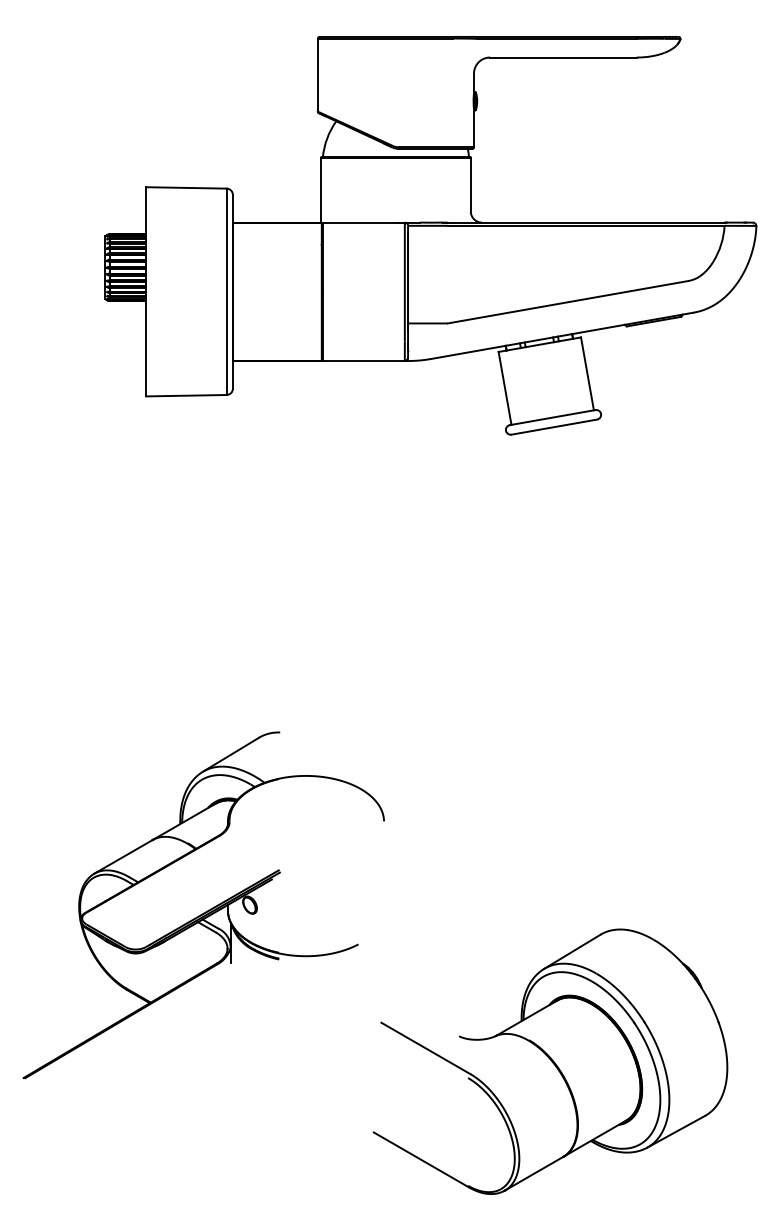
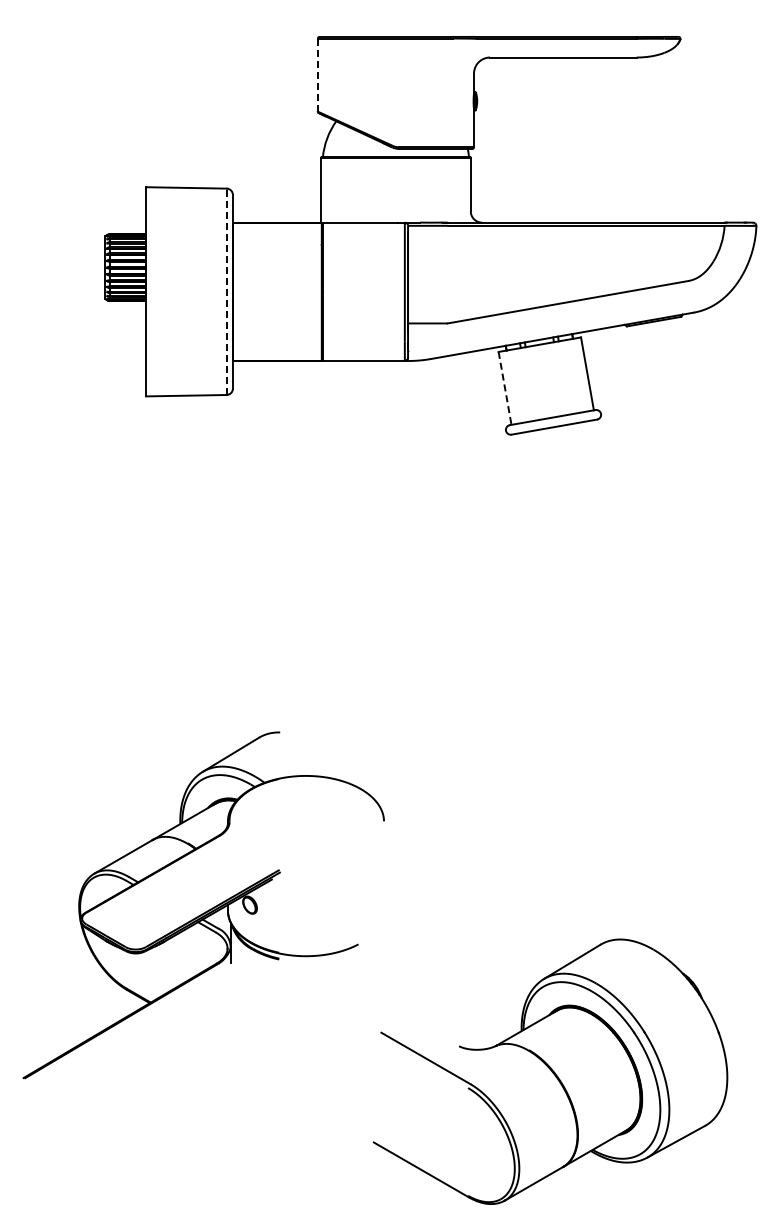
line at (317, 75): solid -> dashed
line at (226, 291): solid -> dashed
line at (505, 388): solid -> dashed
part at (550, 1061) position: (550, 1061) -> (550, 1071)
